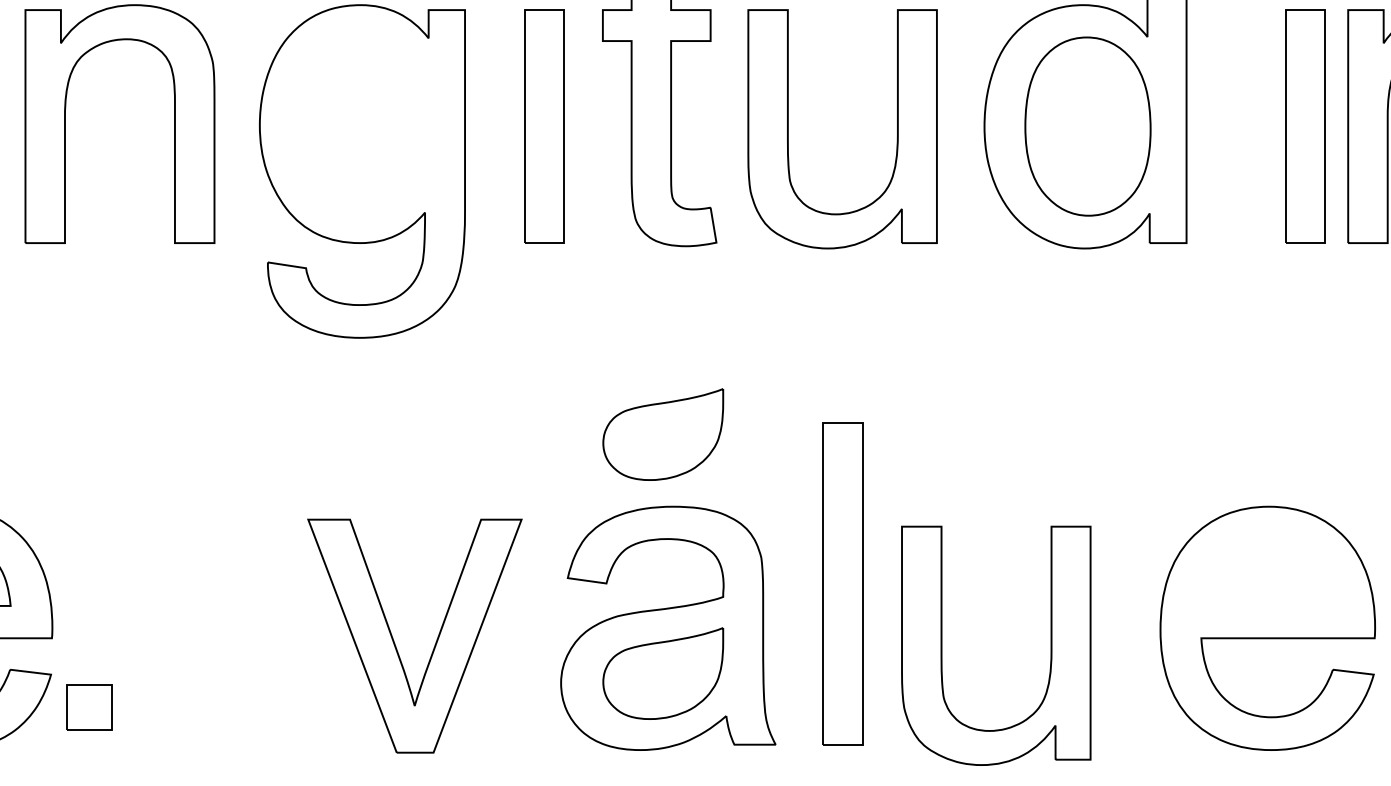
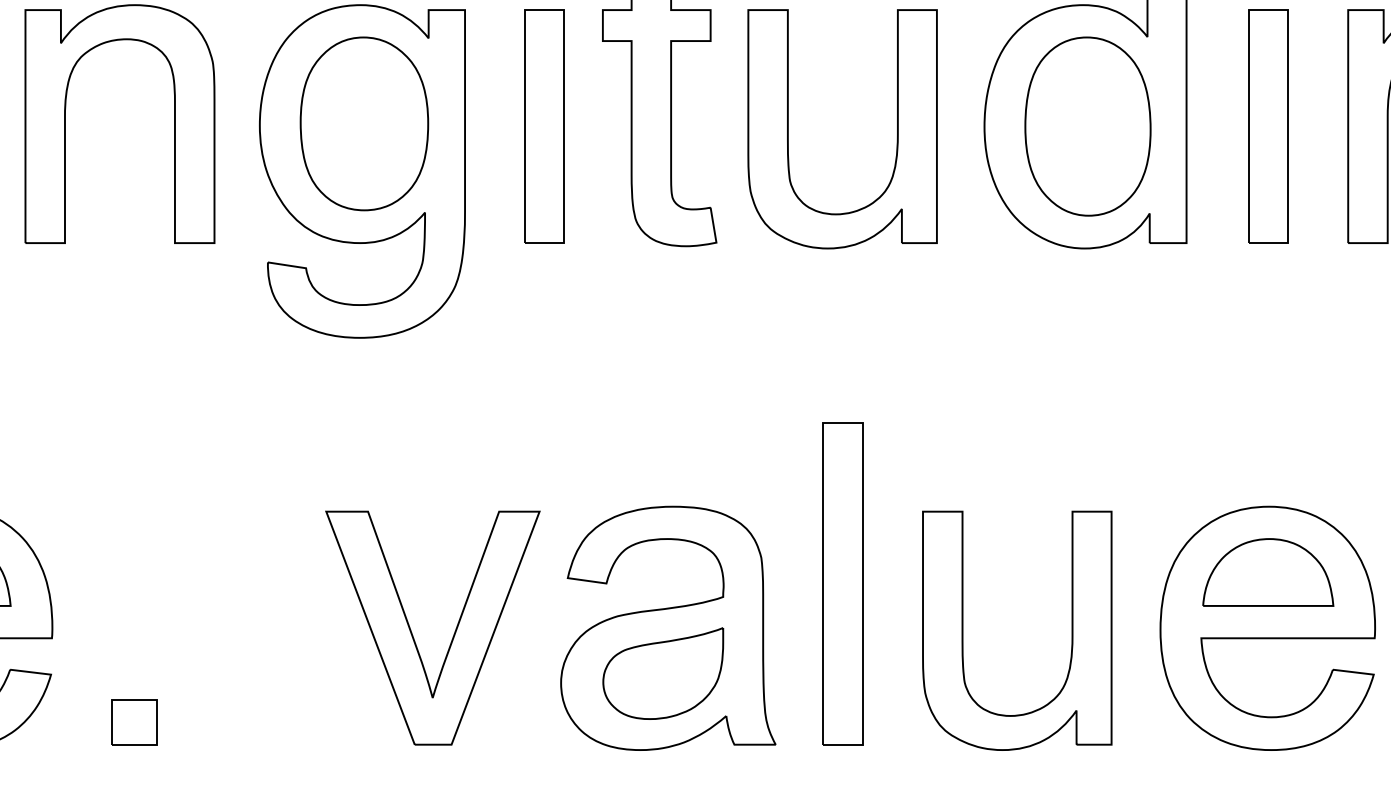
part at (364, 123): none -> present
part at (1305, 126) position: (1305, 126) -> (1268, 126)
part at (663, 434): present -> none
part at (1268, 572): none -> present
part at (394, 640) position: (394, 640) -> (412, 632)
part at (942, 645) position: (942, 645) -> (963, 630)
part at (89, 707) position: (89, 707) -> (134, 722)
